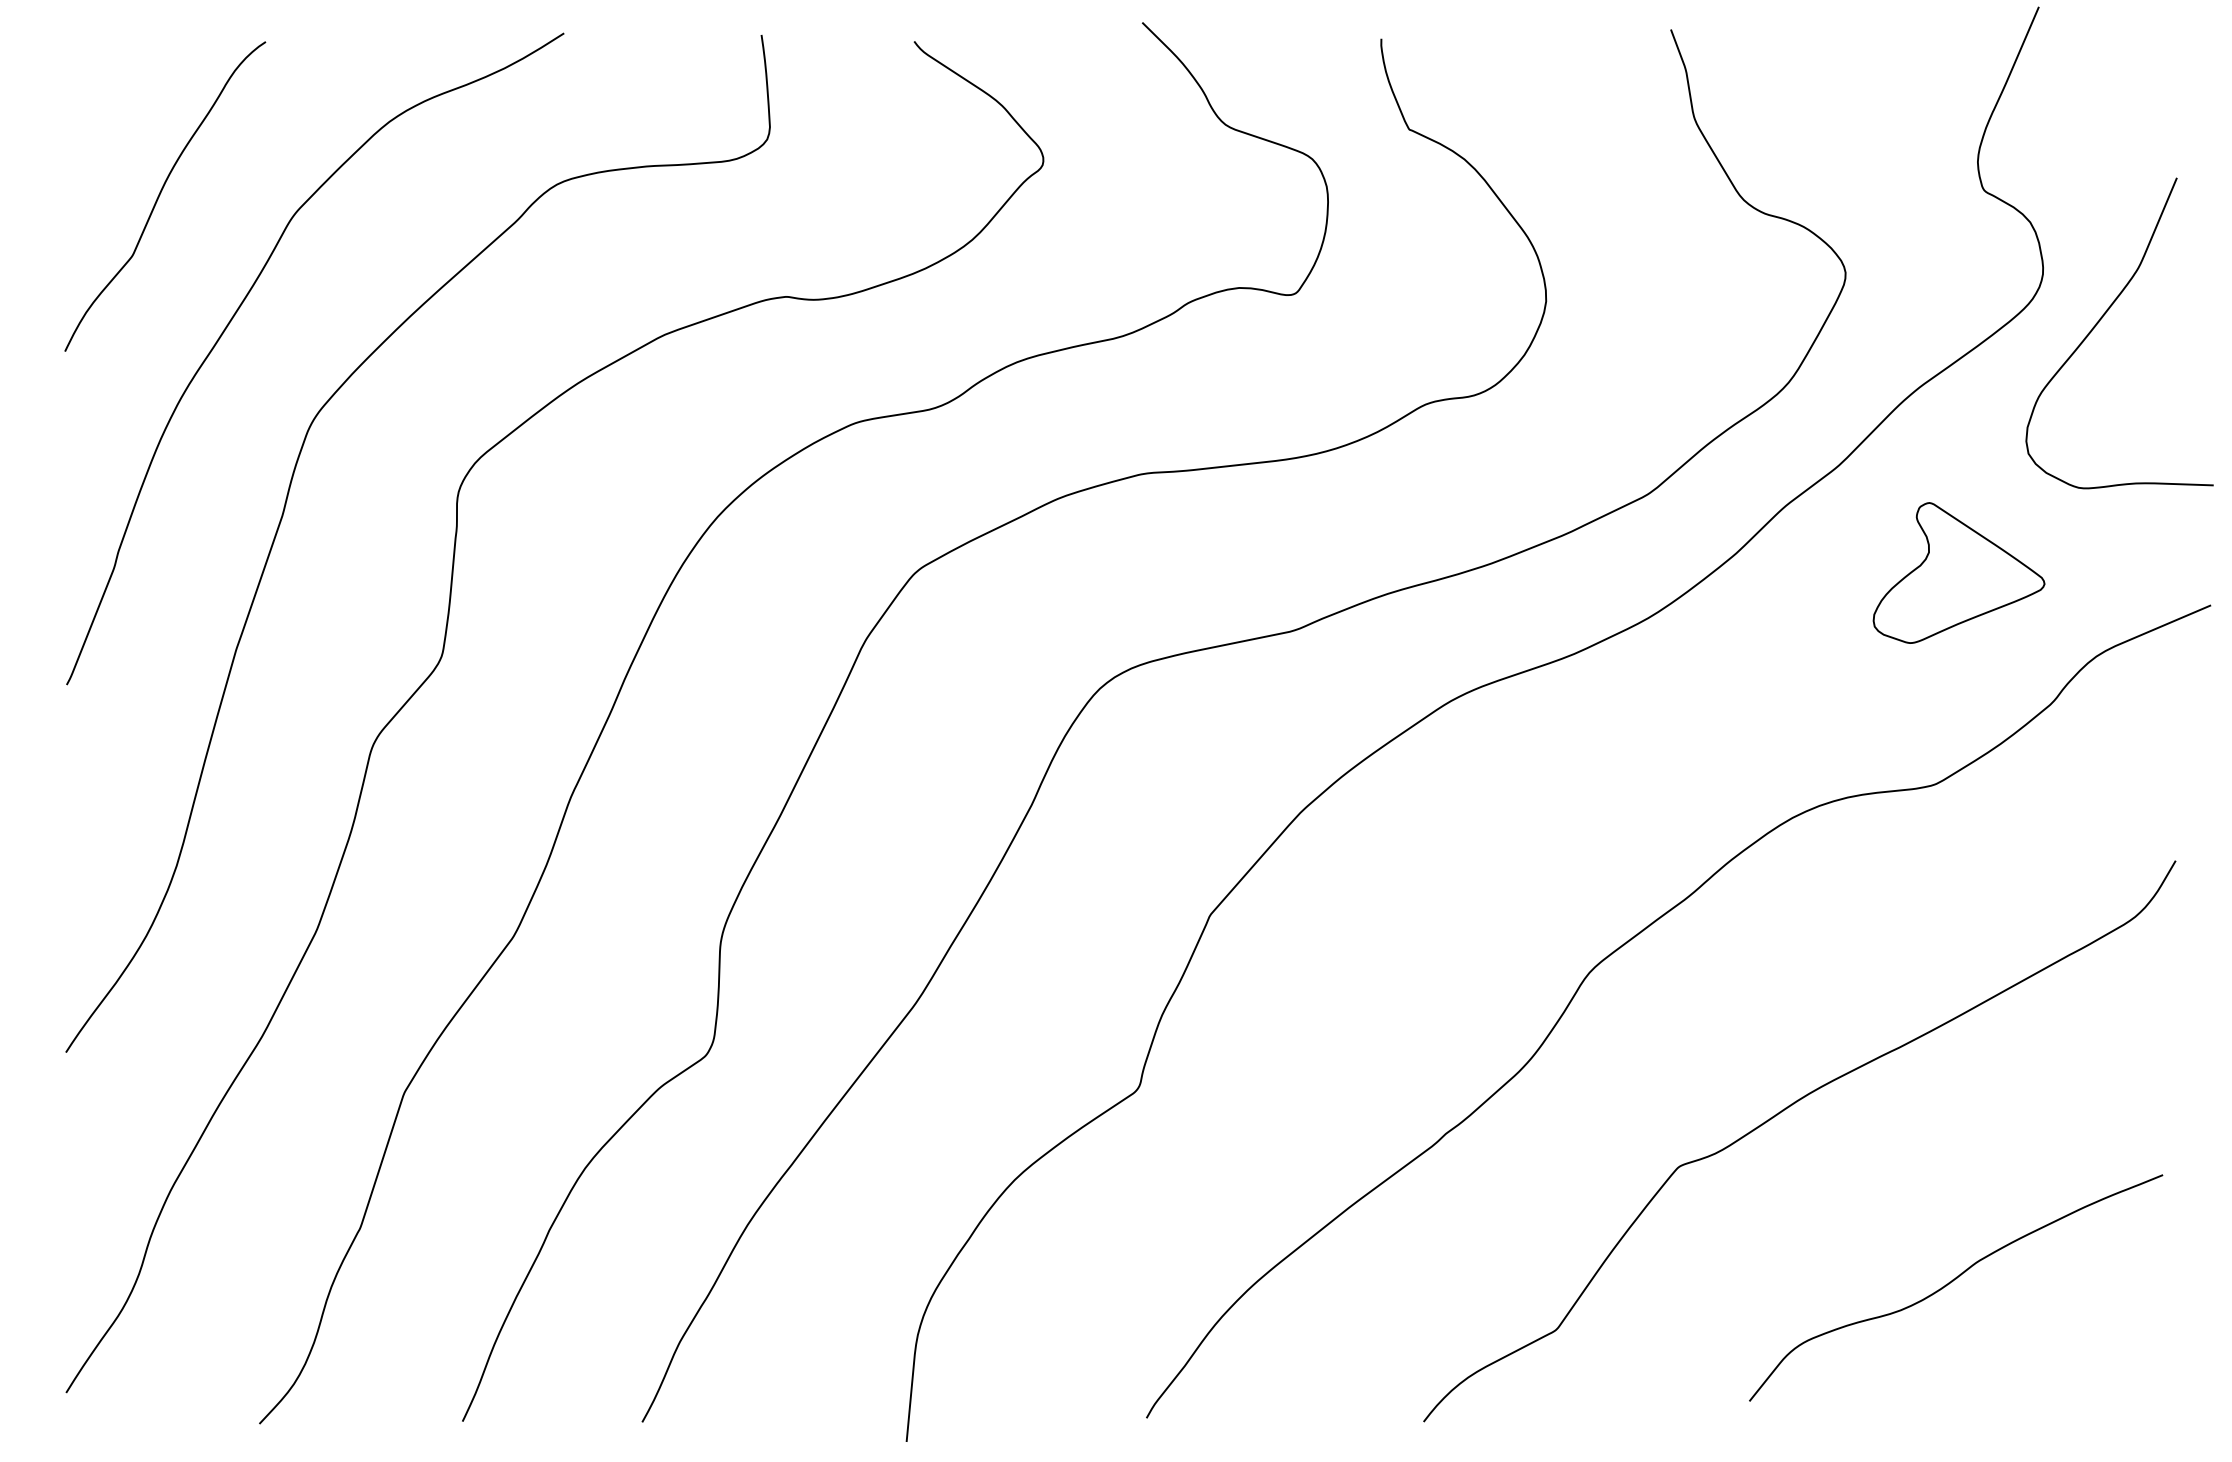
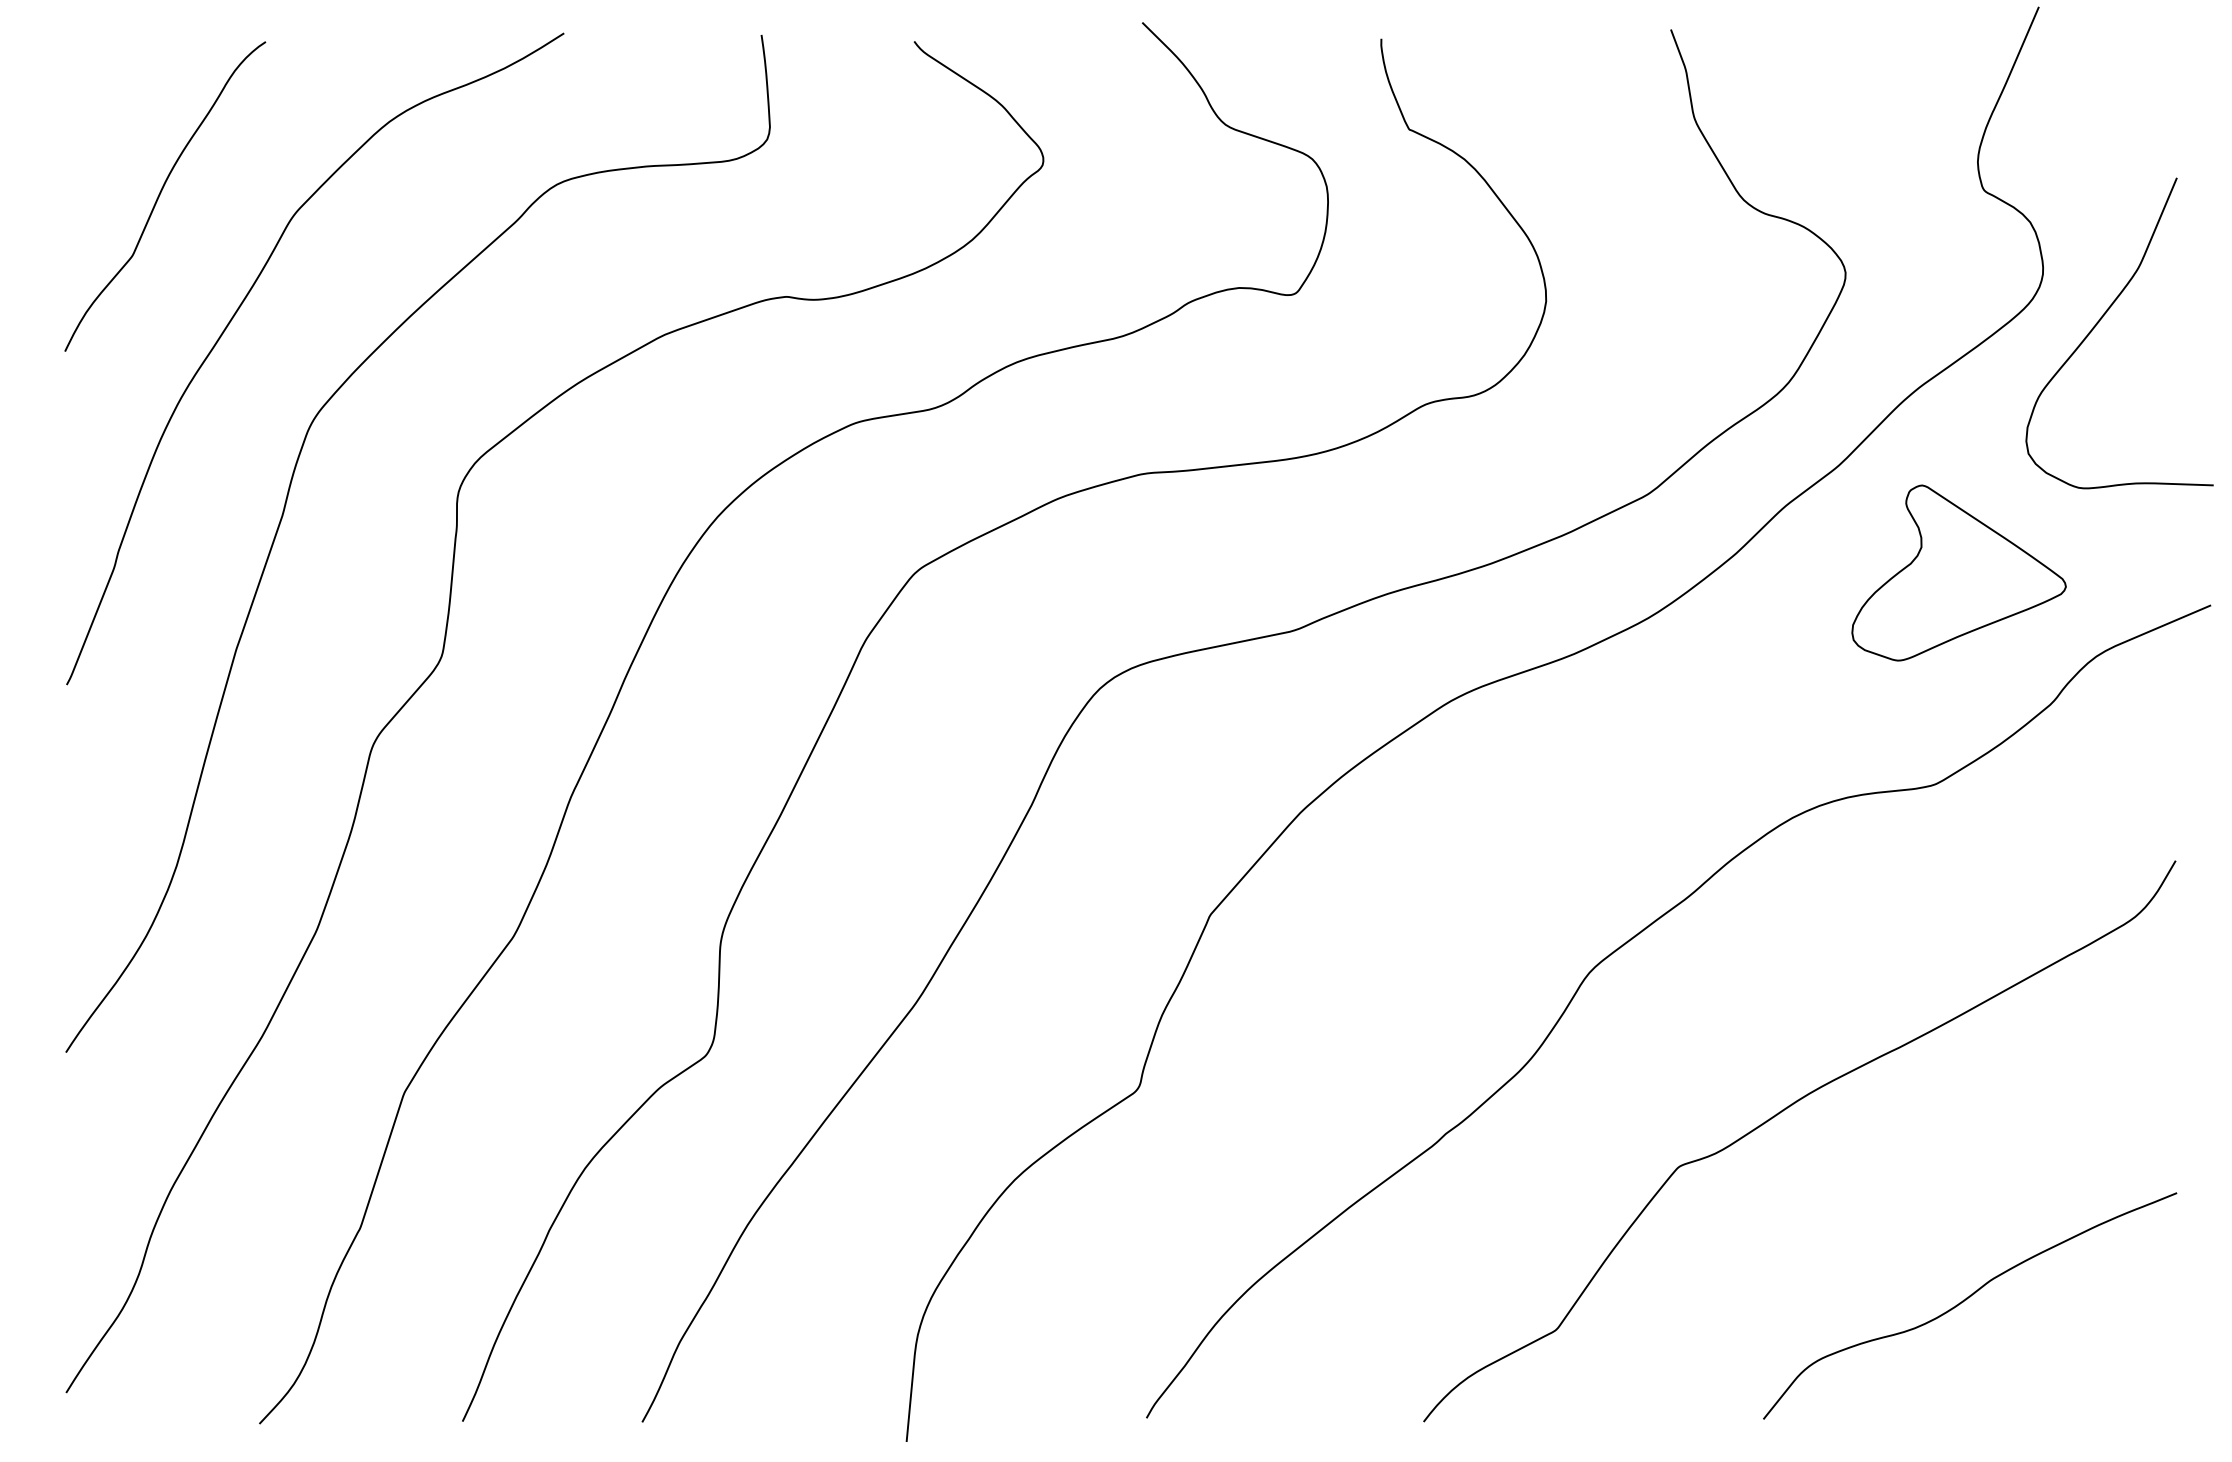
part at (1958, 572) size: 174x142 px -> 216x178 px
curve at (1952, 1282) position: (1952, 1282) -> (1966, 1300)
